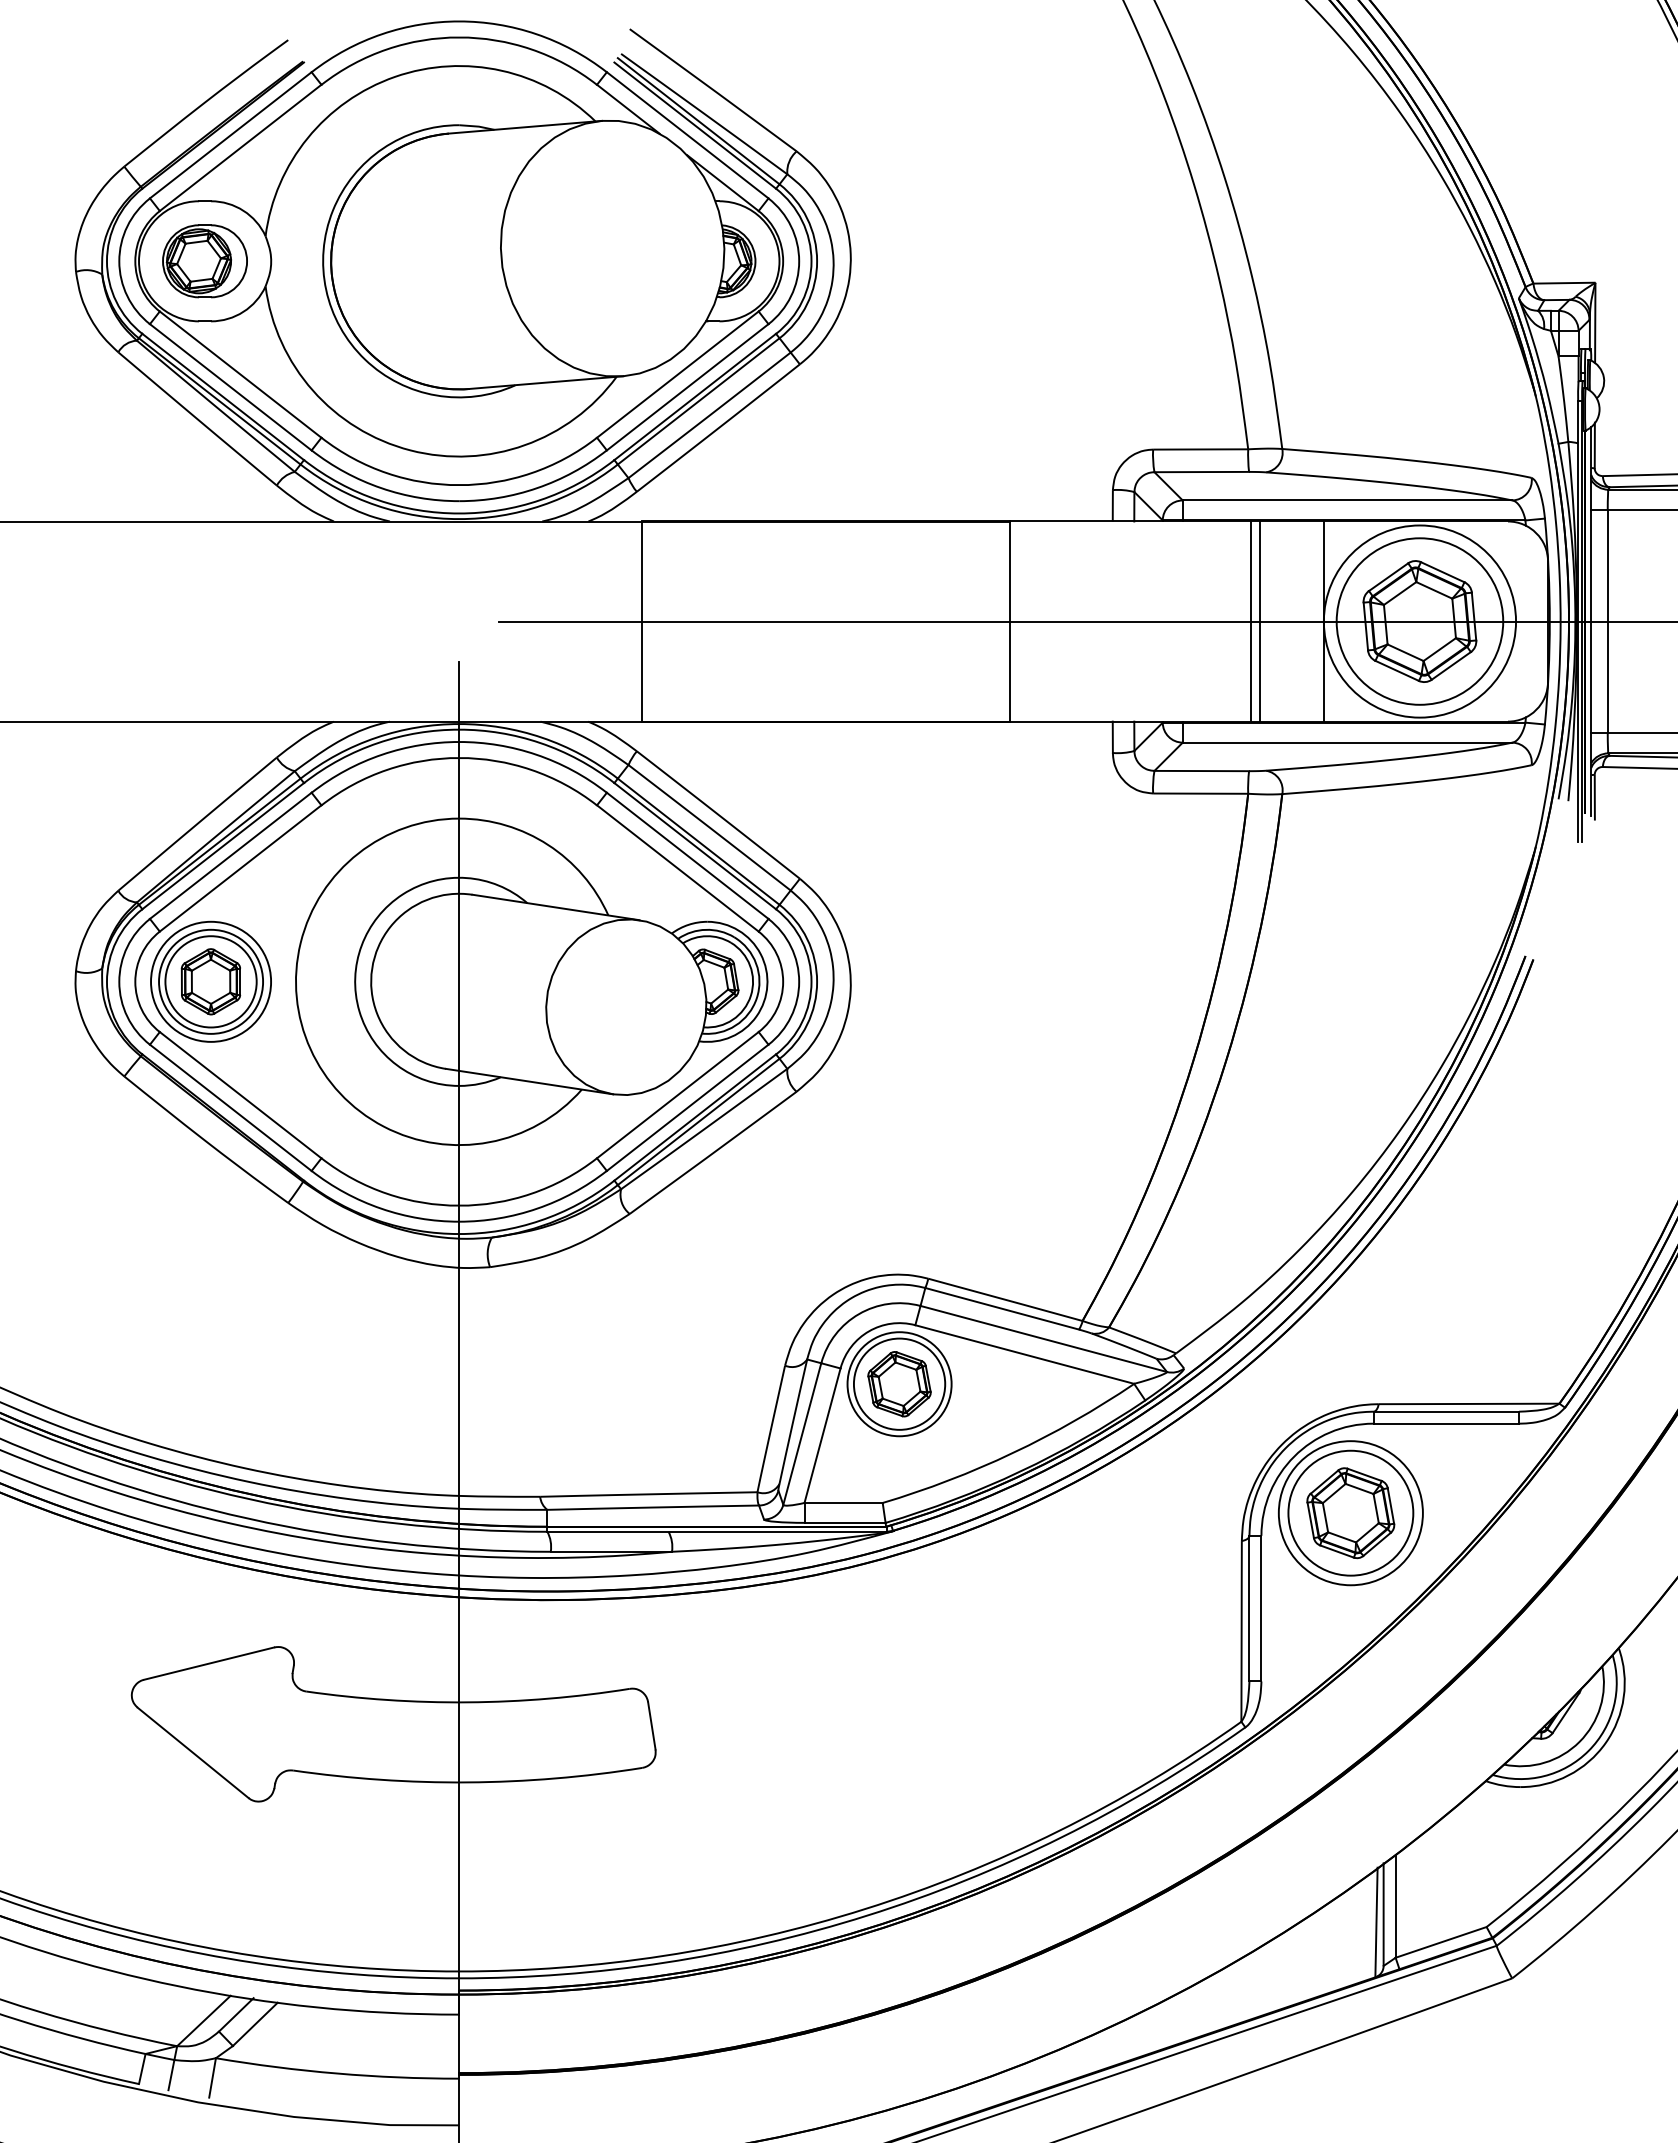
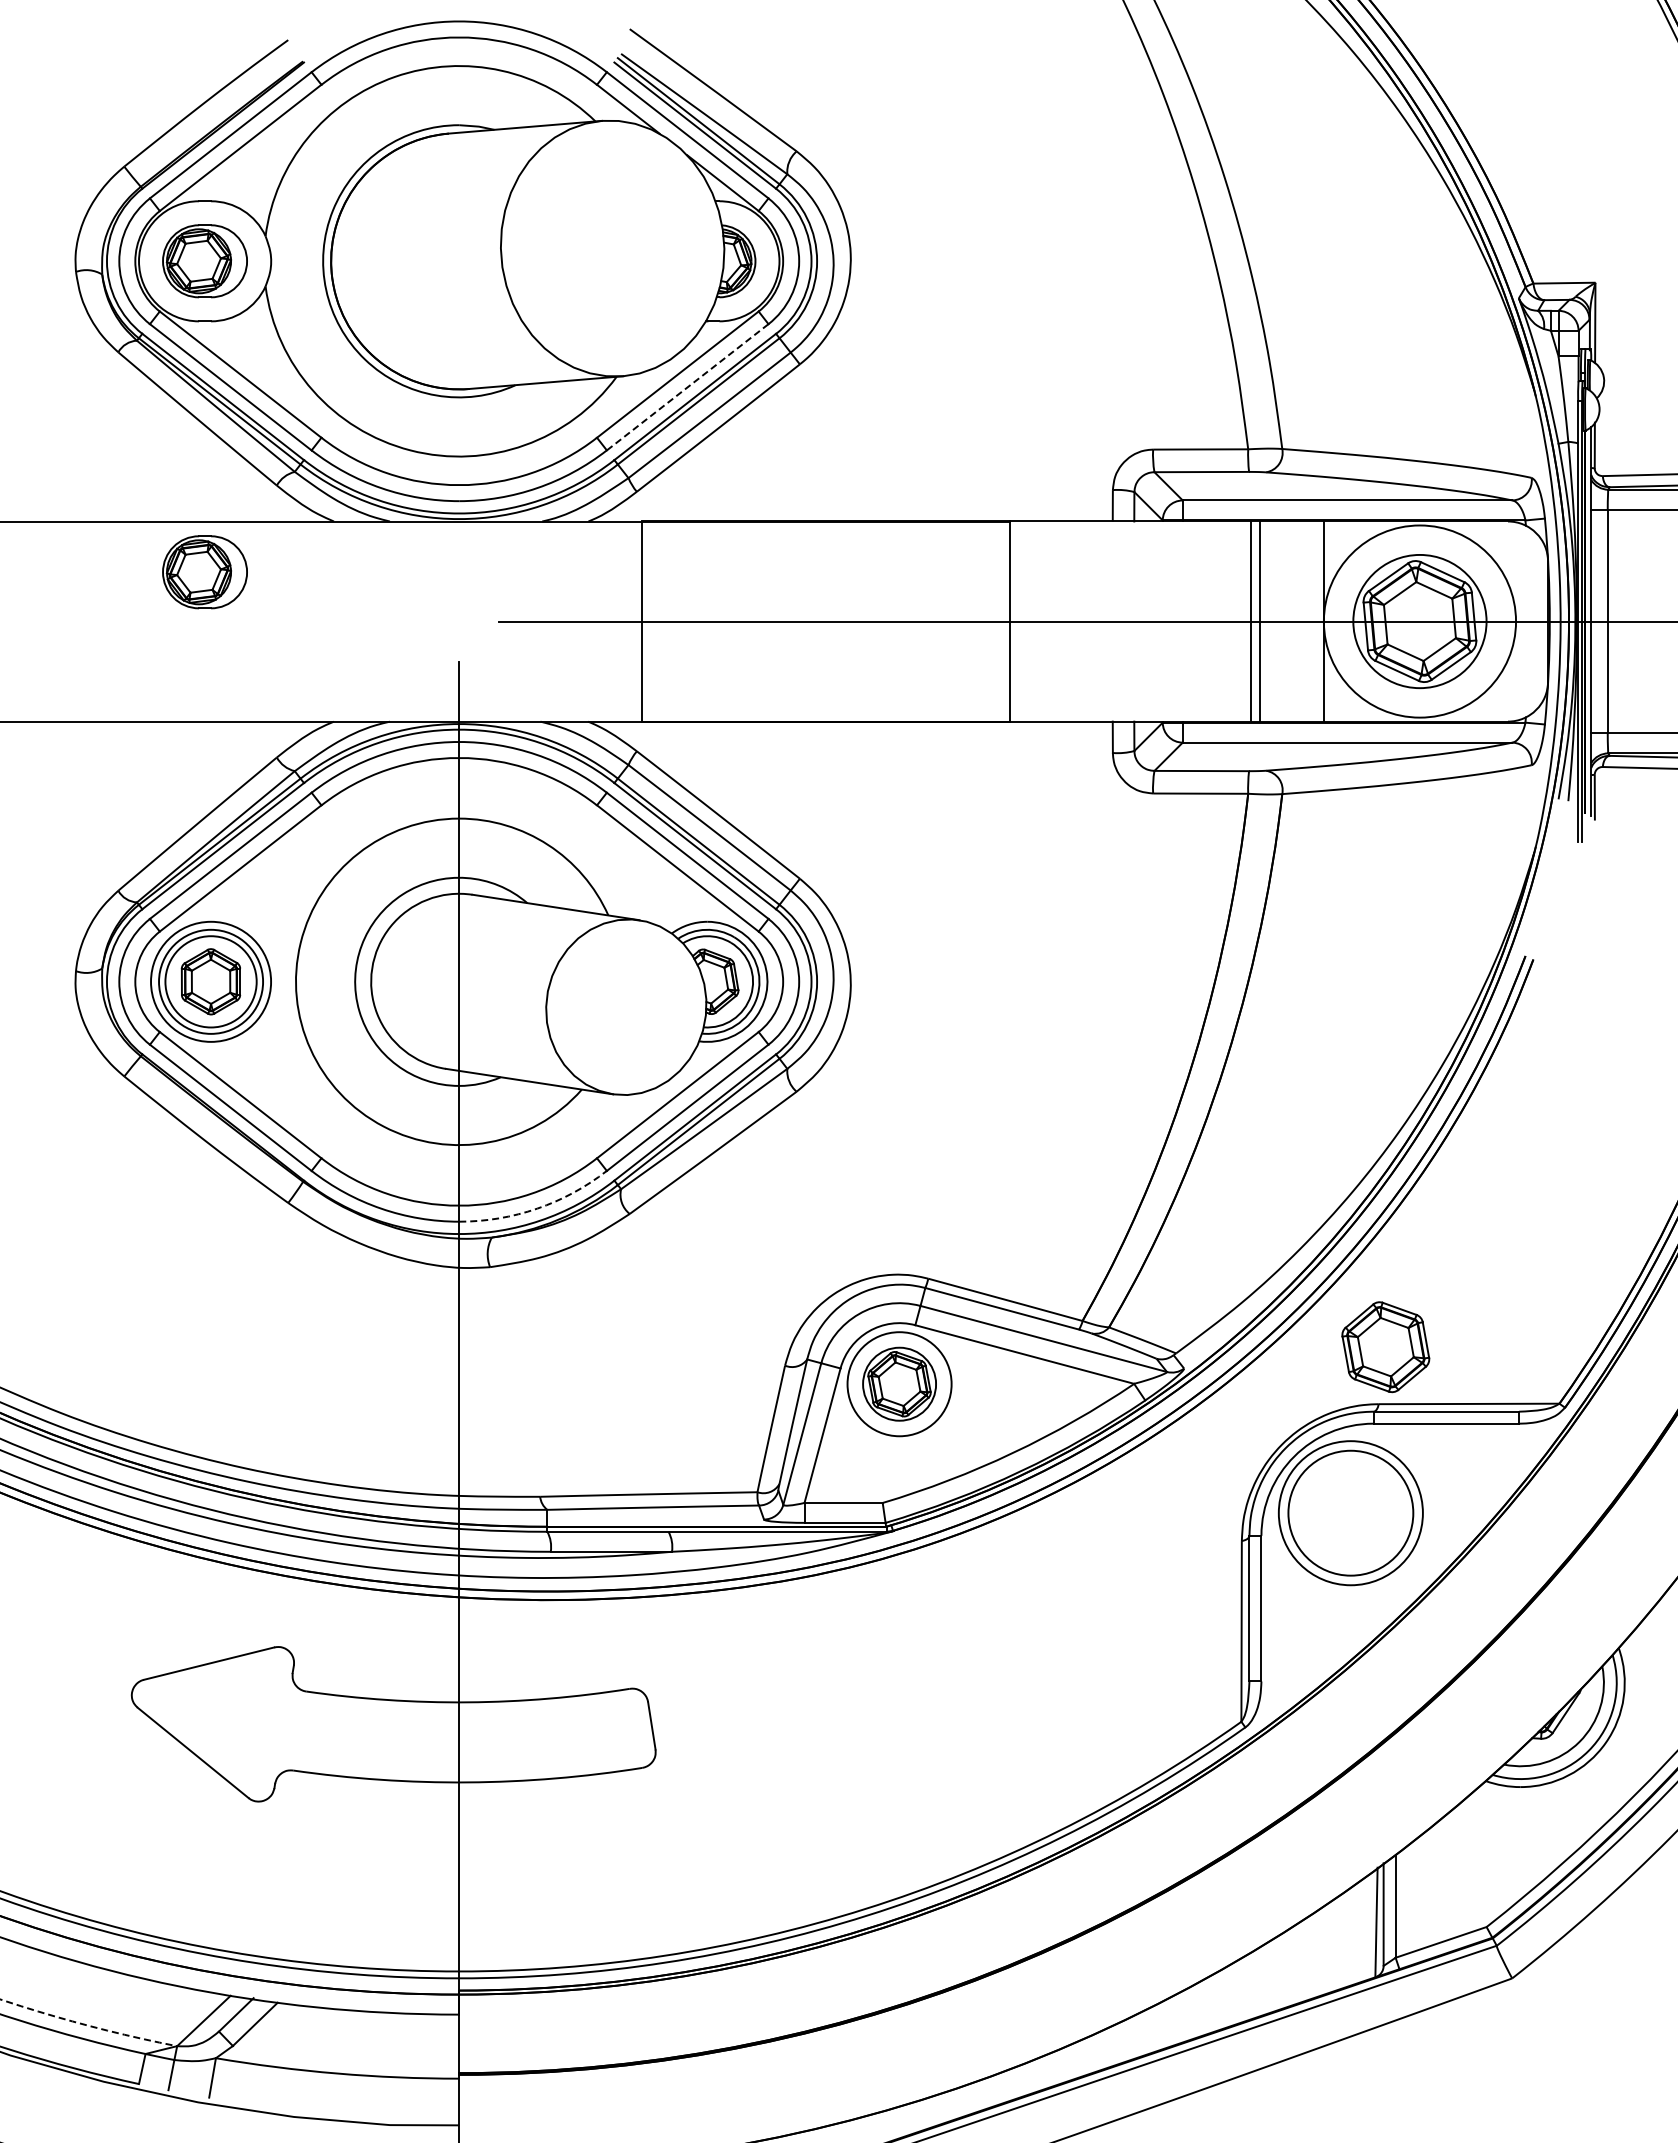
line at (687, 387): solid -> dashed
part at (204, 572): none -> present
circle at (1419, 621) diameter: 167 px -> 133 px
arc at (537, 1208): solid -> dashed
circle at (899, 1383) diameter: 91 px -> 73 px
part at (1350, 1513) position: (1350, 1513) -> (1385, 1347)
arc at (87, 2025): solid -> dashed
